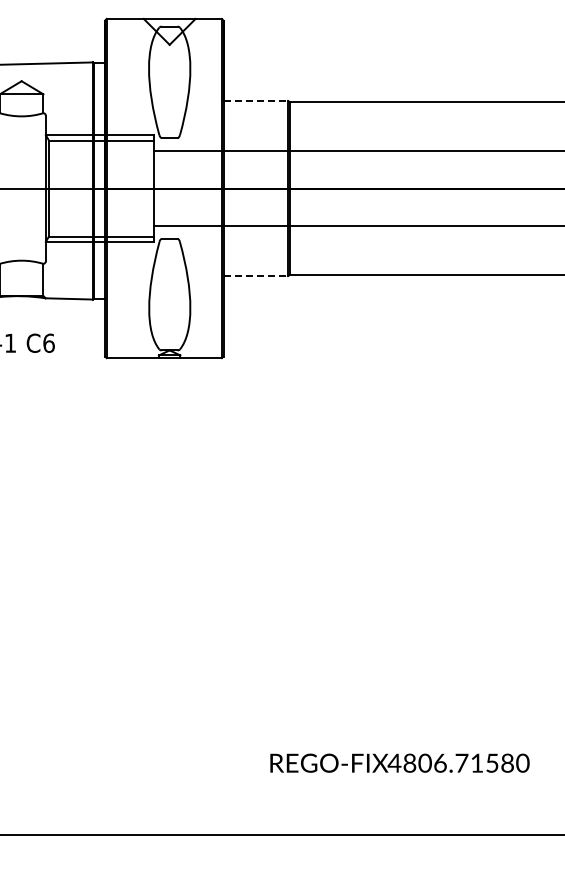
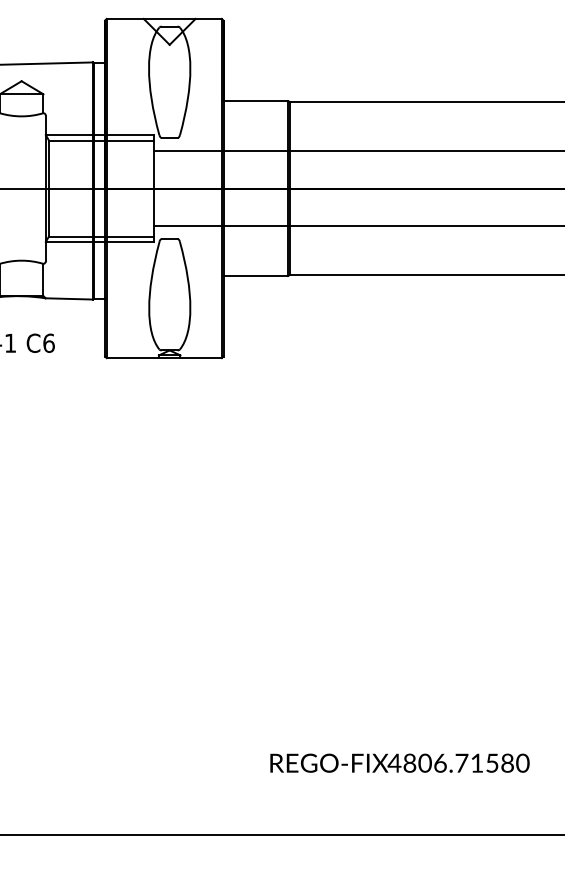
line at (256, 101): dashed -> solid
line at (256, 276): dashed -> solid
